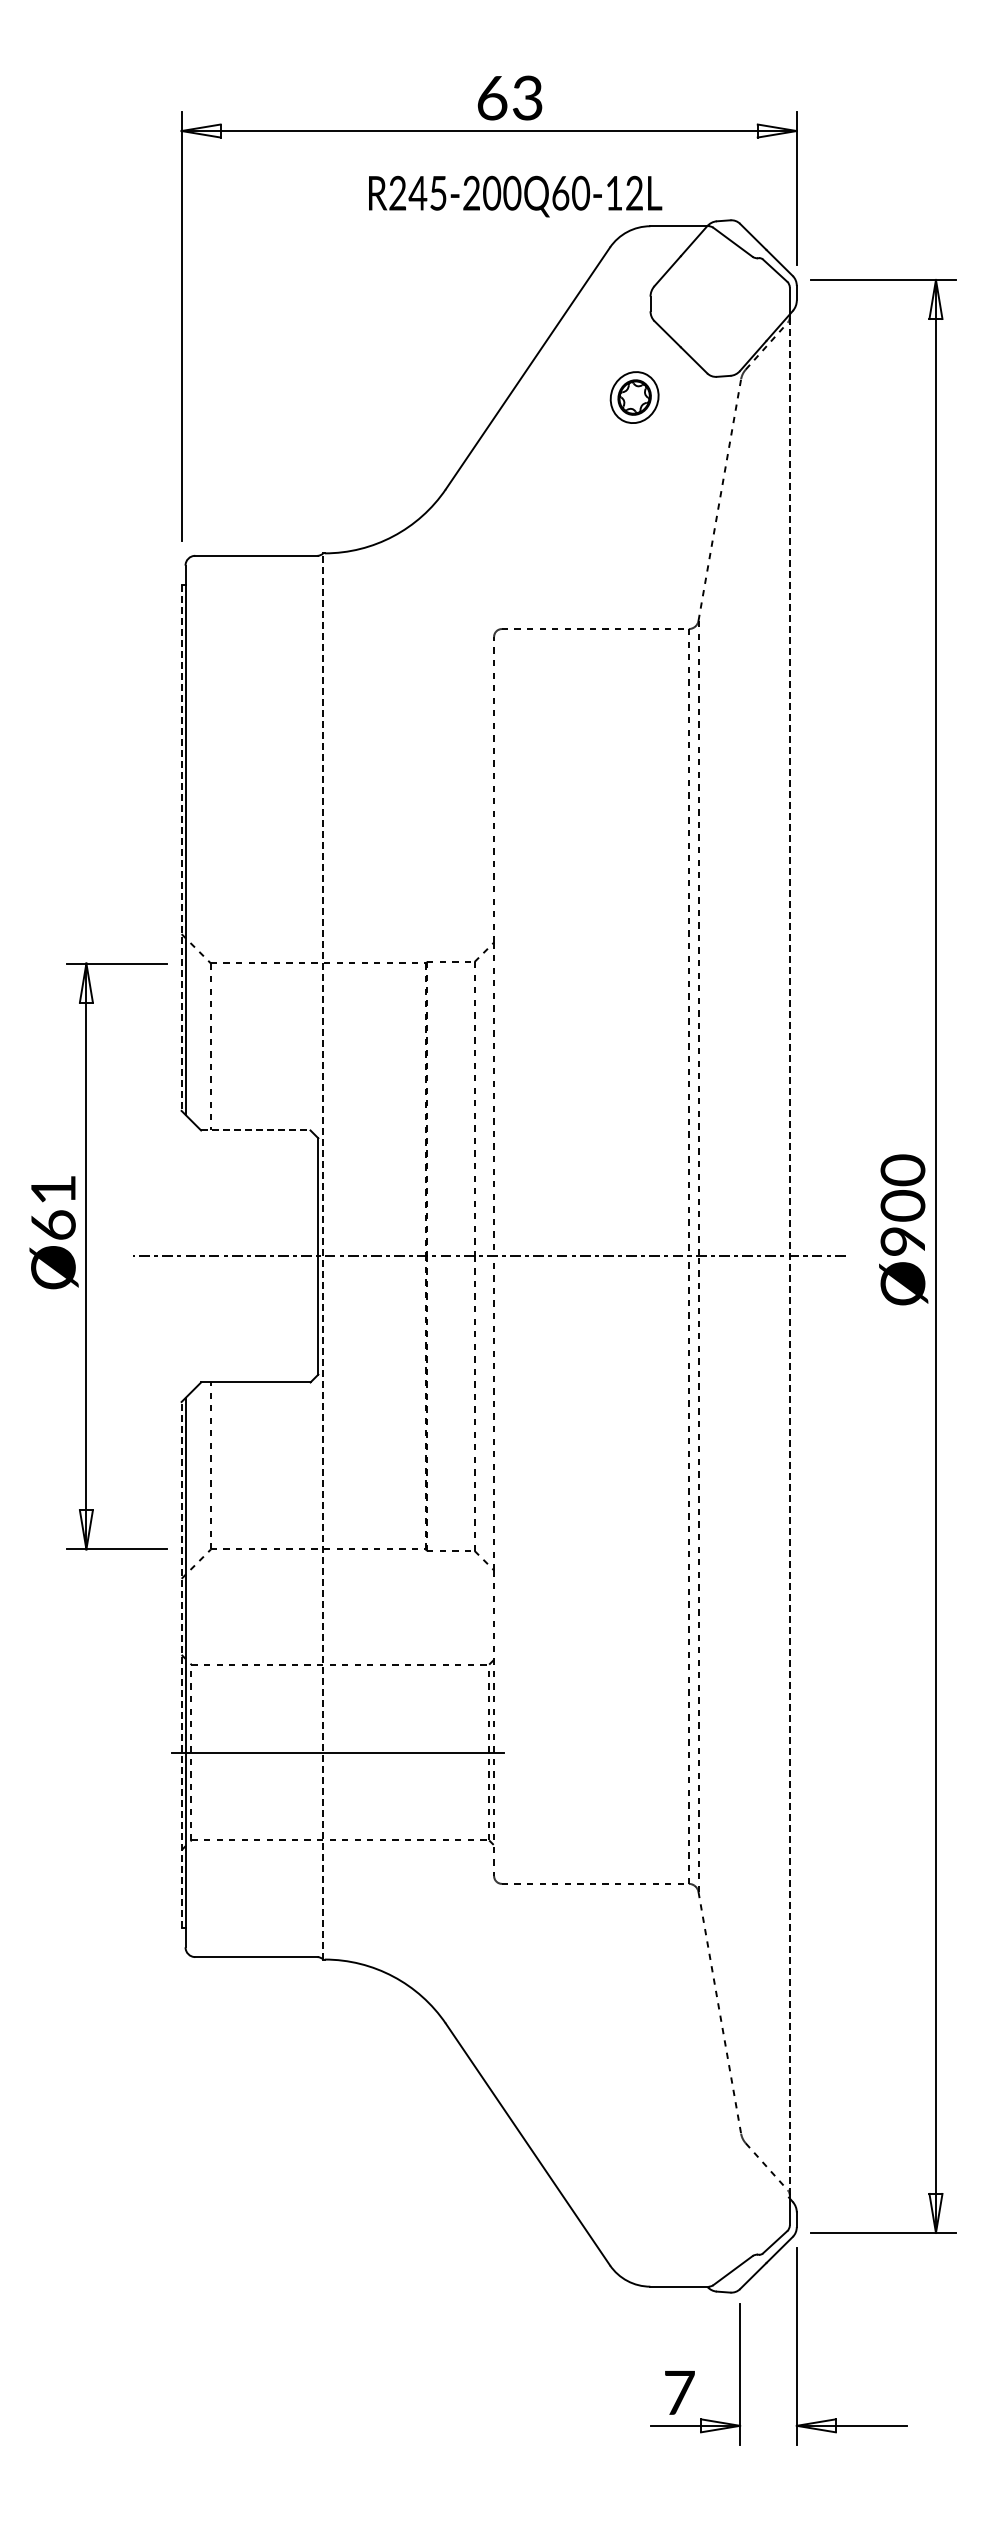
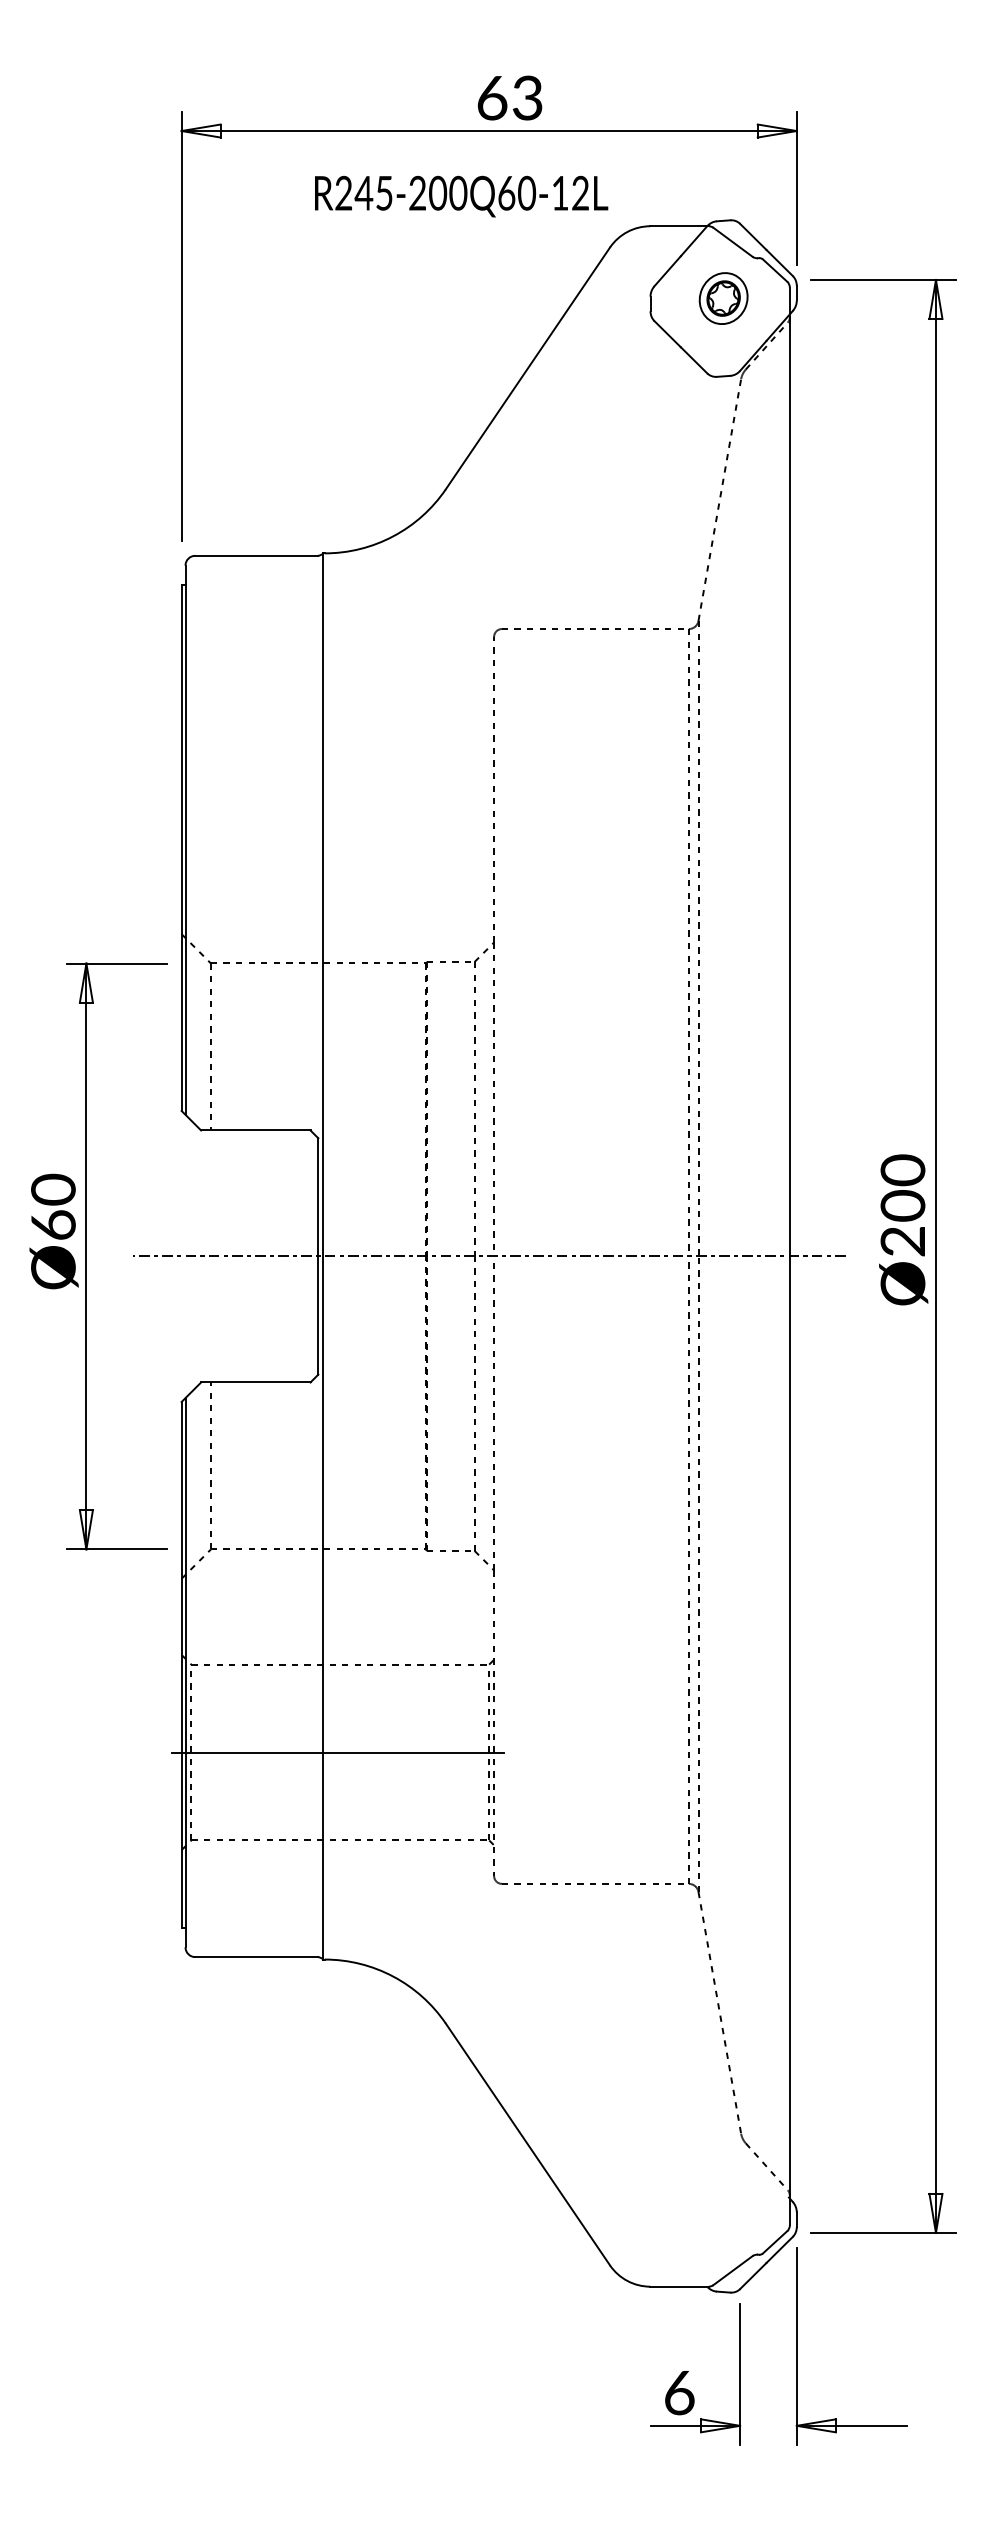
text at (515, 196) position: (515, 196) -> (461, 196)
part at (634, 397) position: (634, 397) -> (723, 298)
line at (181, 848): dashed -> solid
line at (255, 1130): dashed -> solid
text at (53, 1189): Ø61 -> Ø60
text at (902, 1241): Ø900 -> Ø200
line at (323, 1255): dashed -> solid
line at (789, 1255): dashed -> solid
line at (181, 1664): dashed -> solid
text at (679, 2393): 7 -> 6
